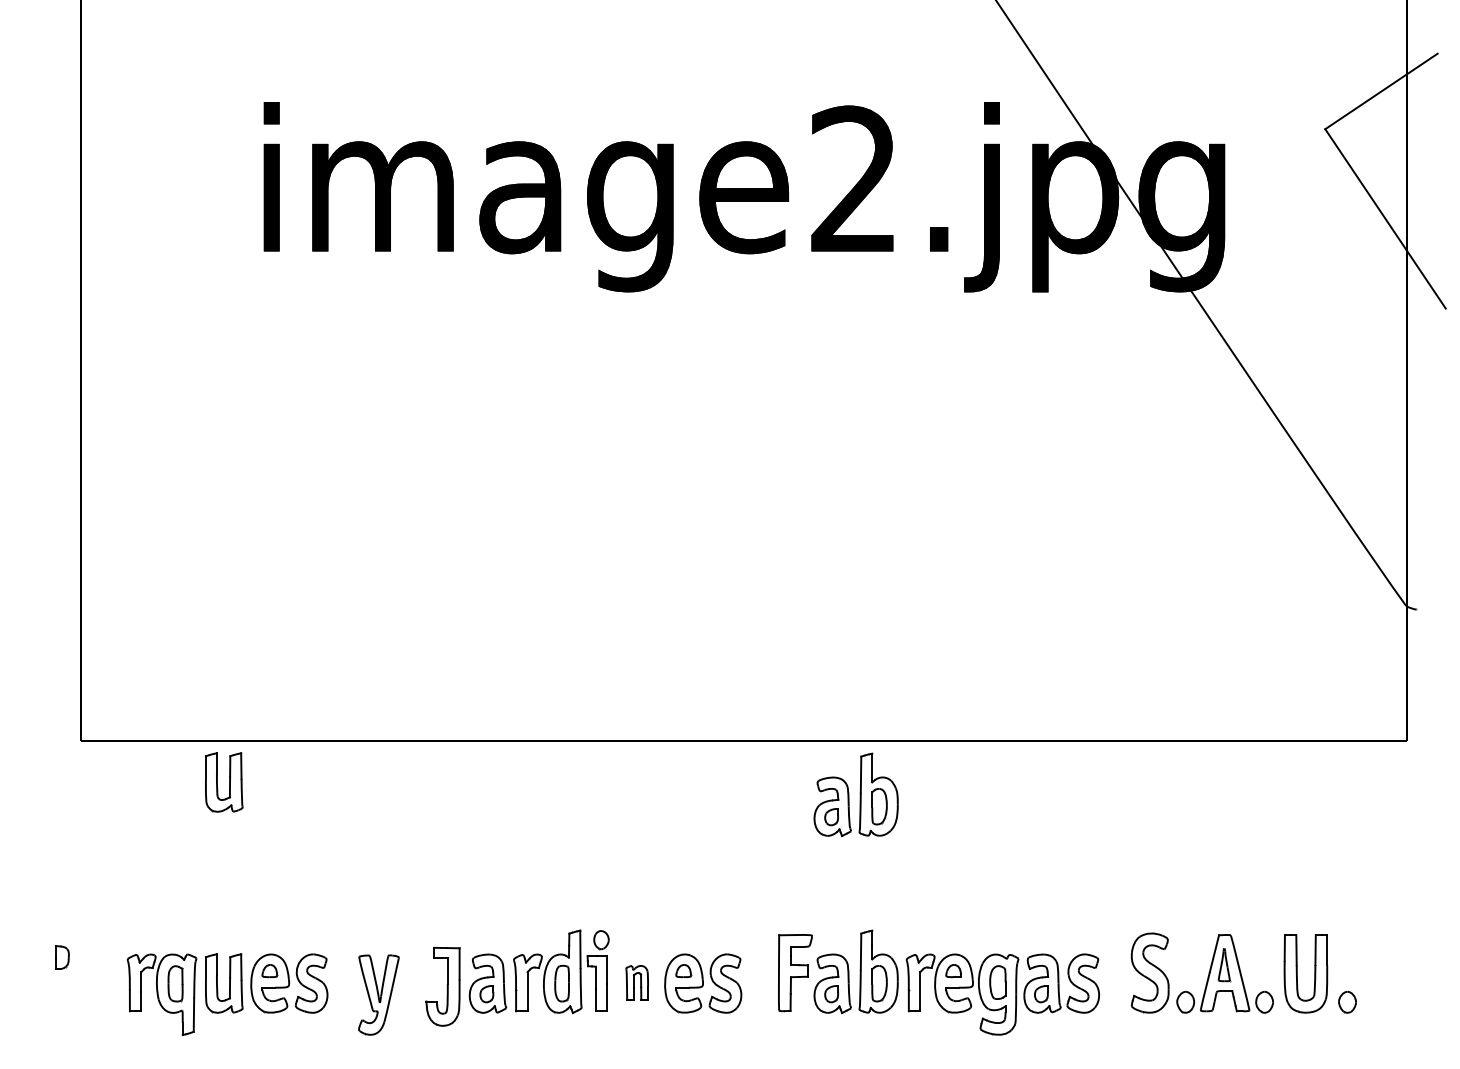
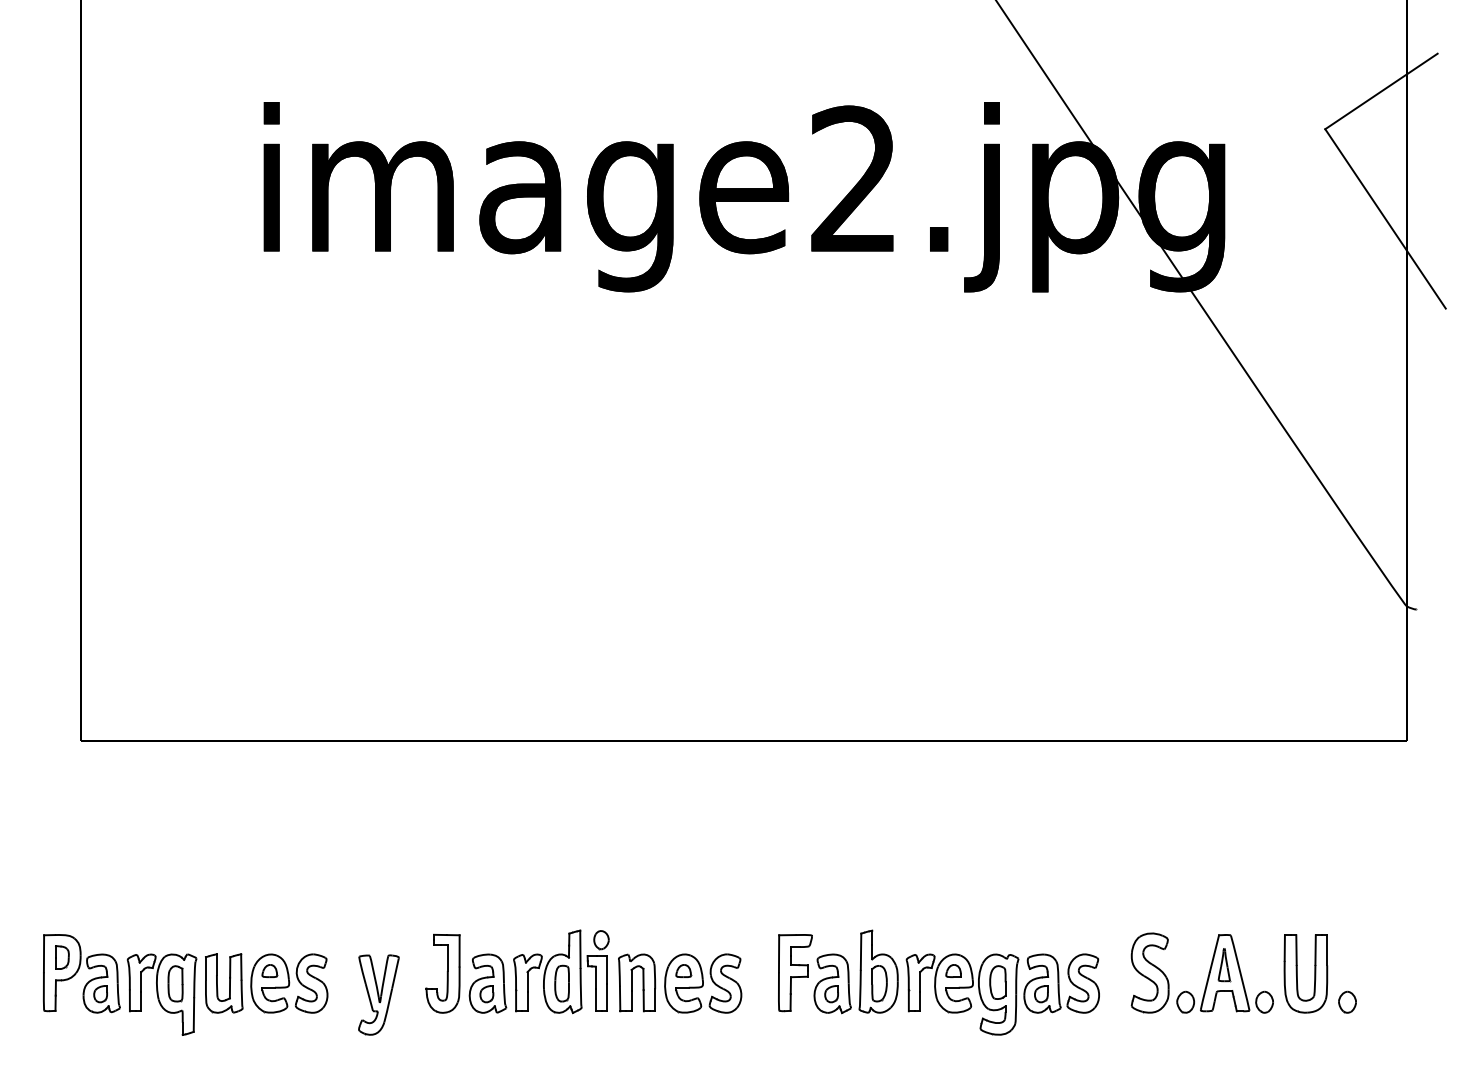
part at (224, 782): present -> none
part at (855, 794): present -> none
part at (81, 973): none -> present
part at (636, 982) size: 24x36 px -> 39x60 px
part at (442, 986) position: (442, 986) -> (442, 973)
